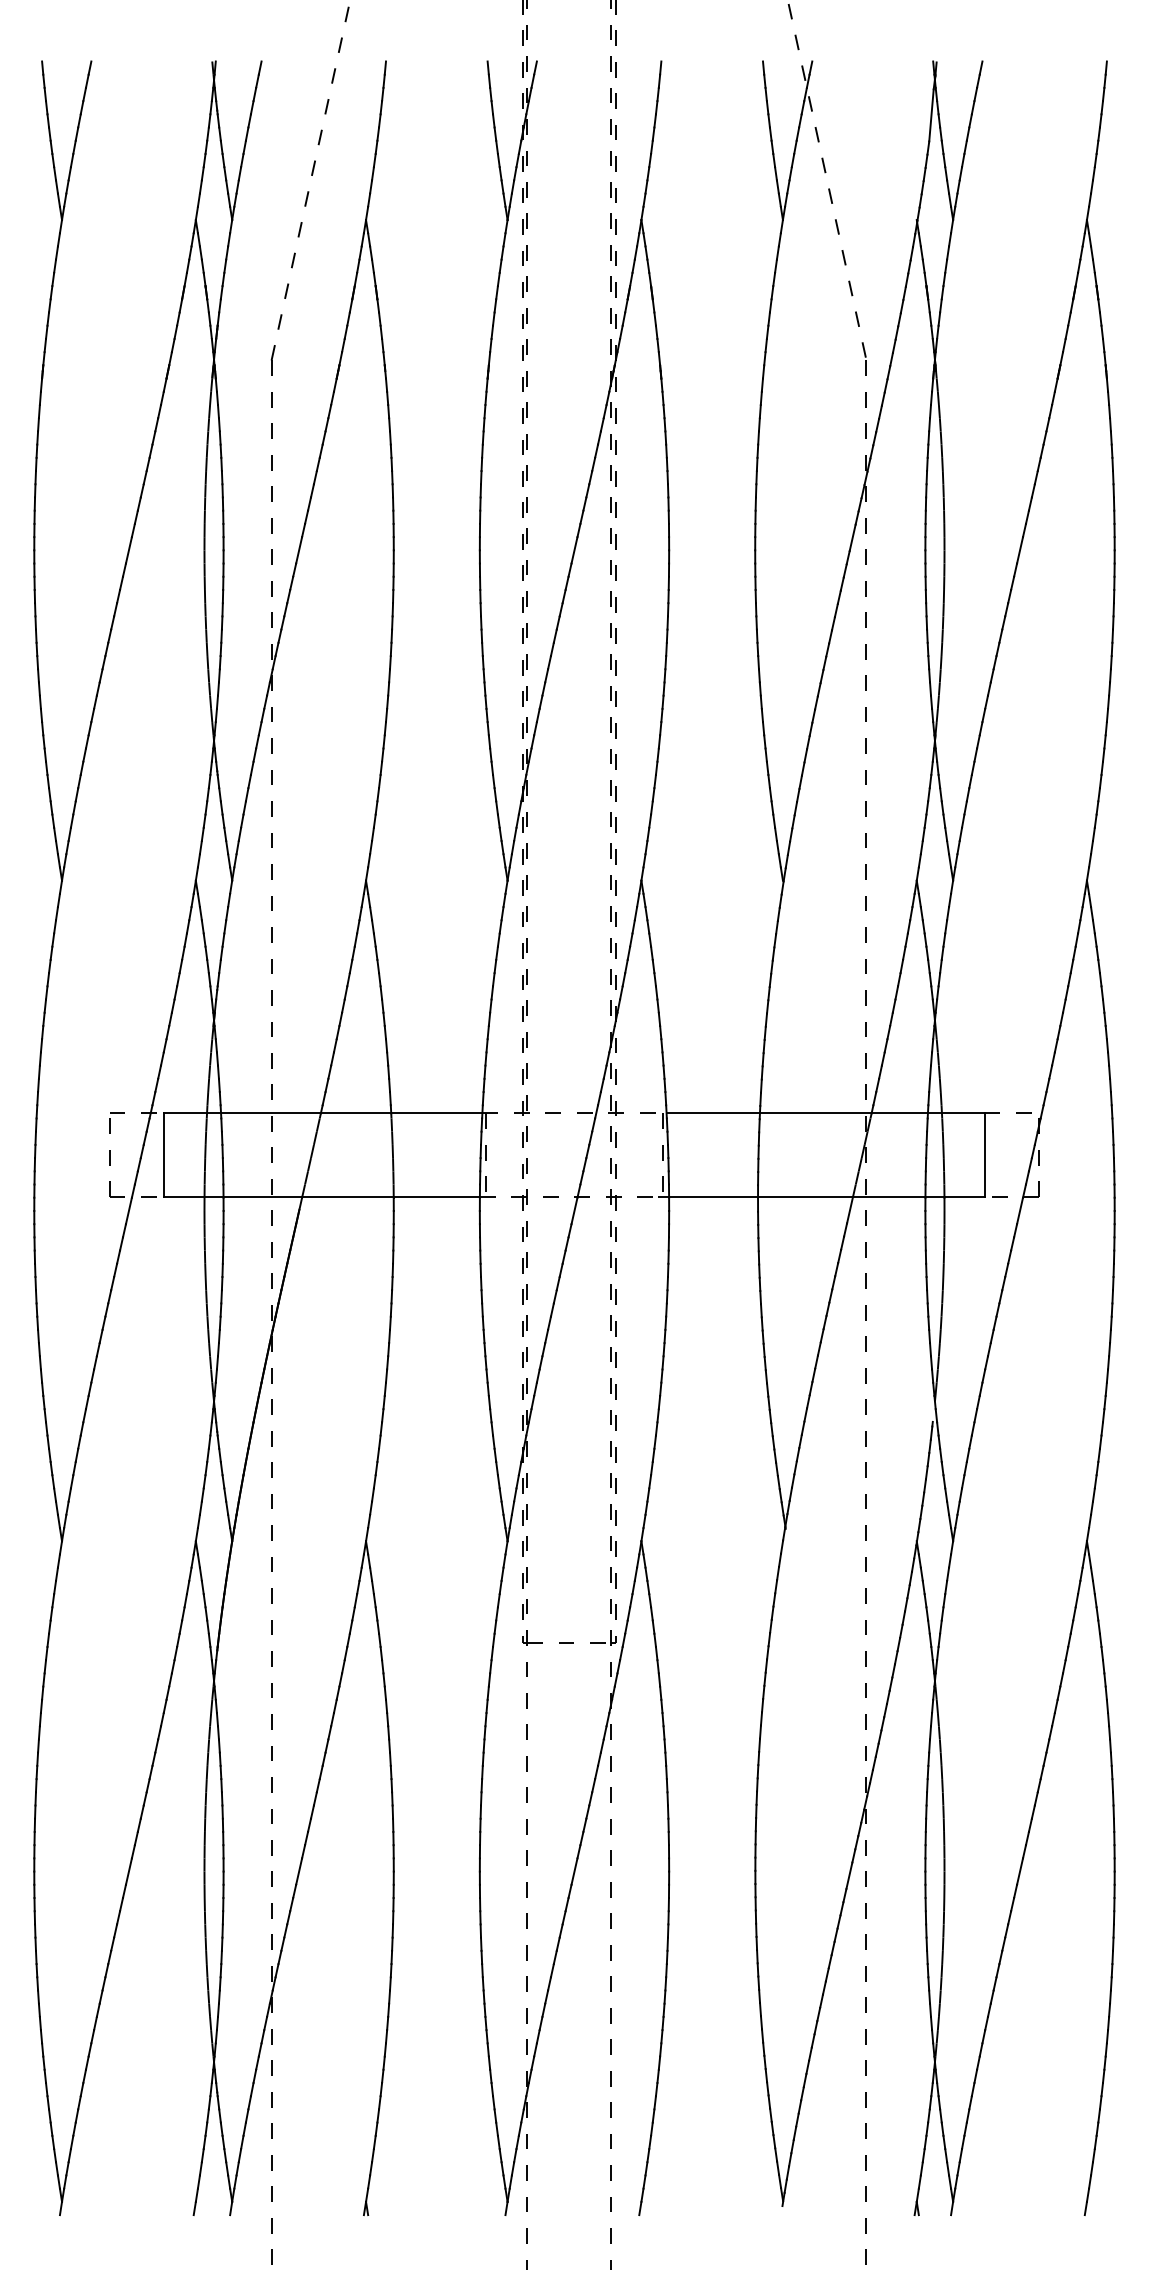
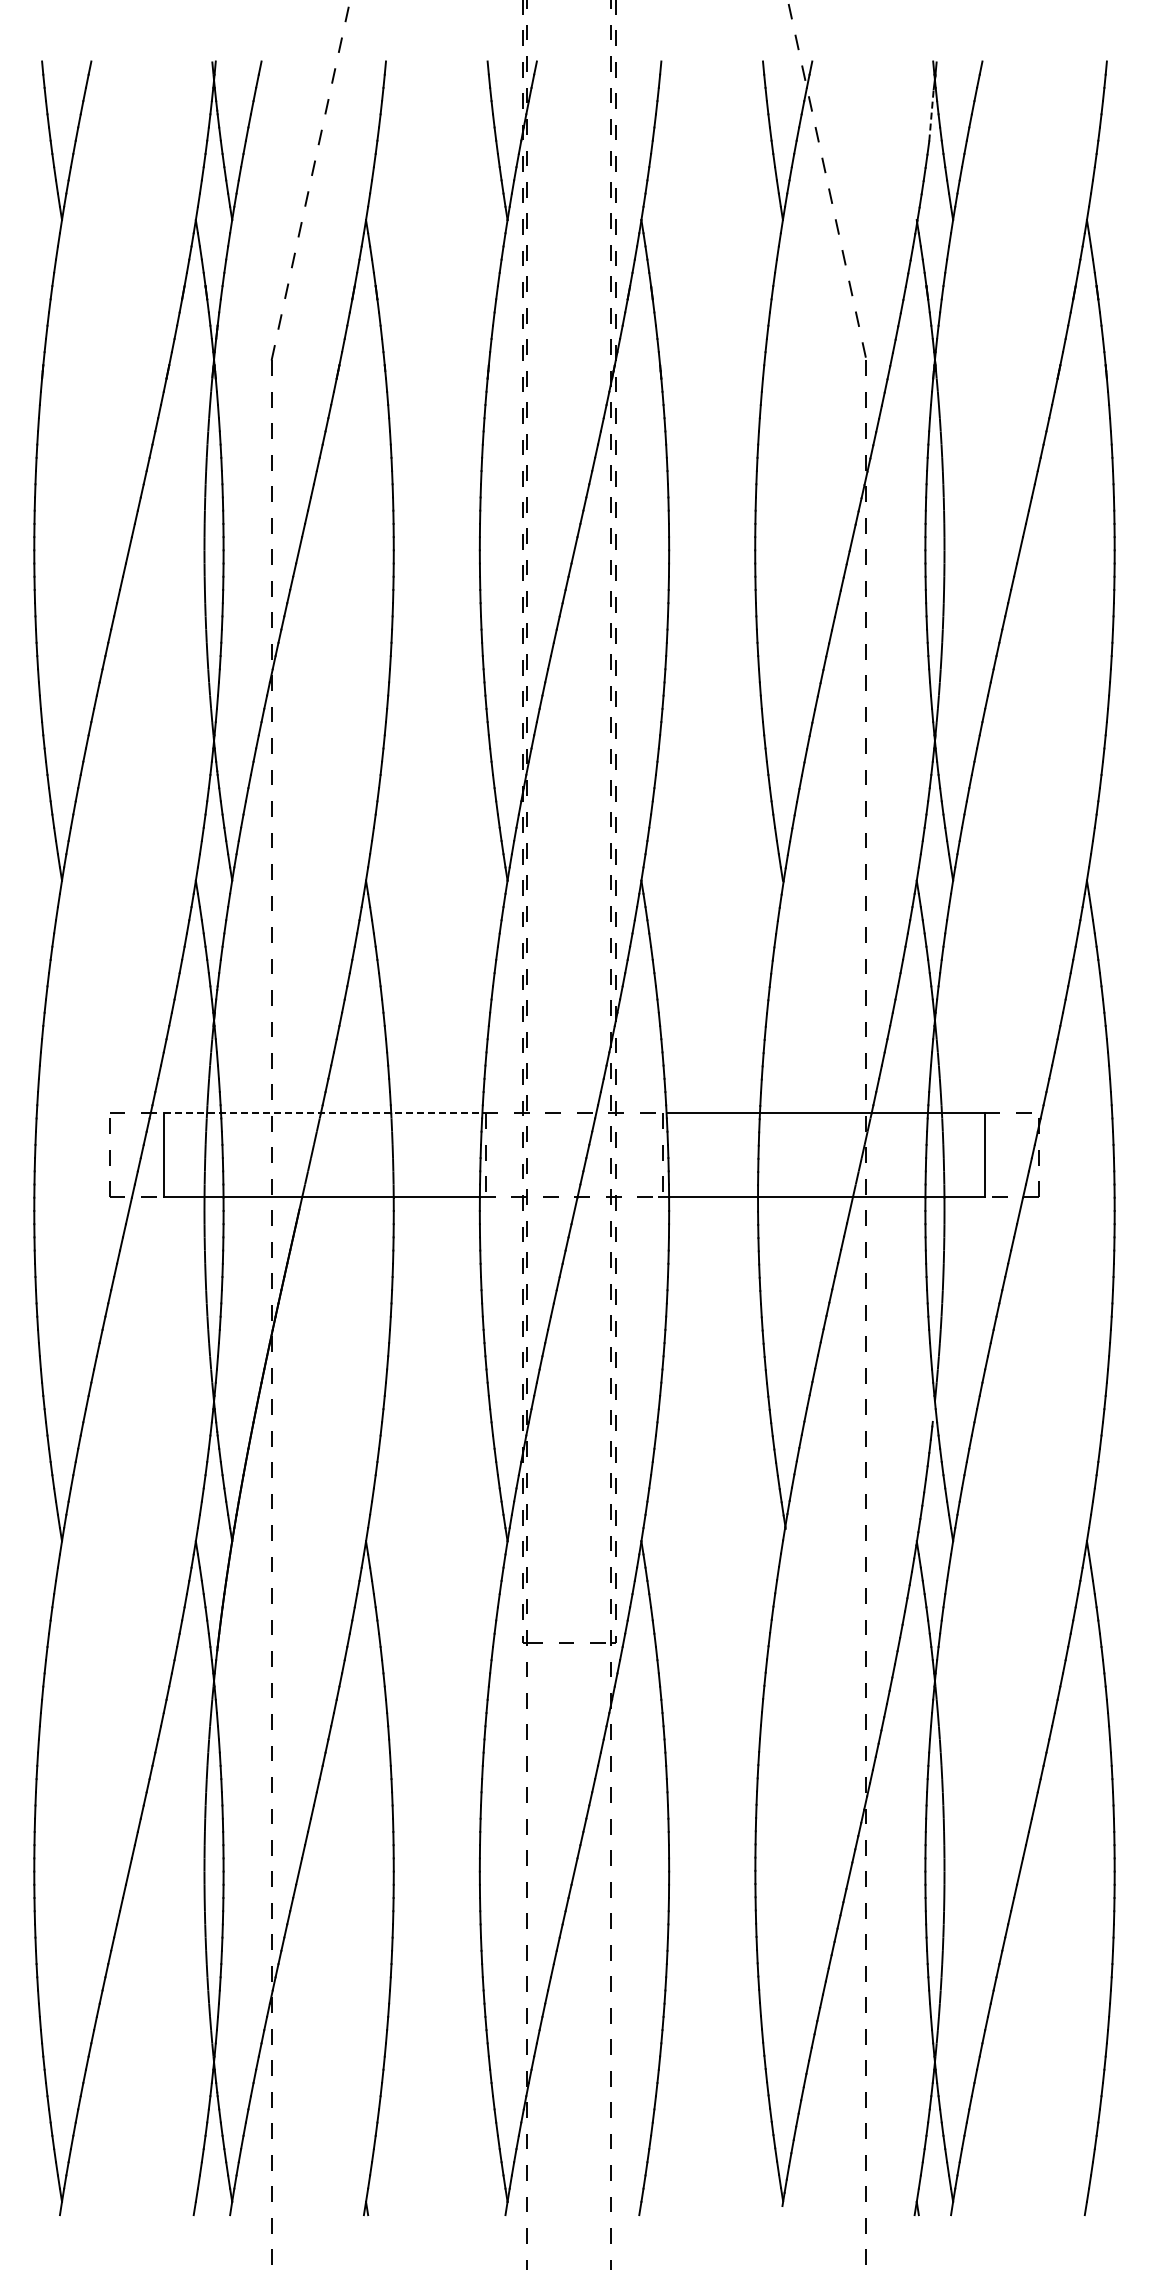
line at (931, 114): solid -> dashed
line at (323, 1113): solid -> dashed
